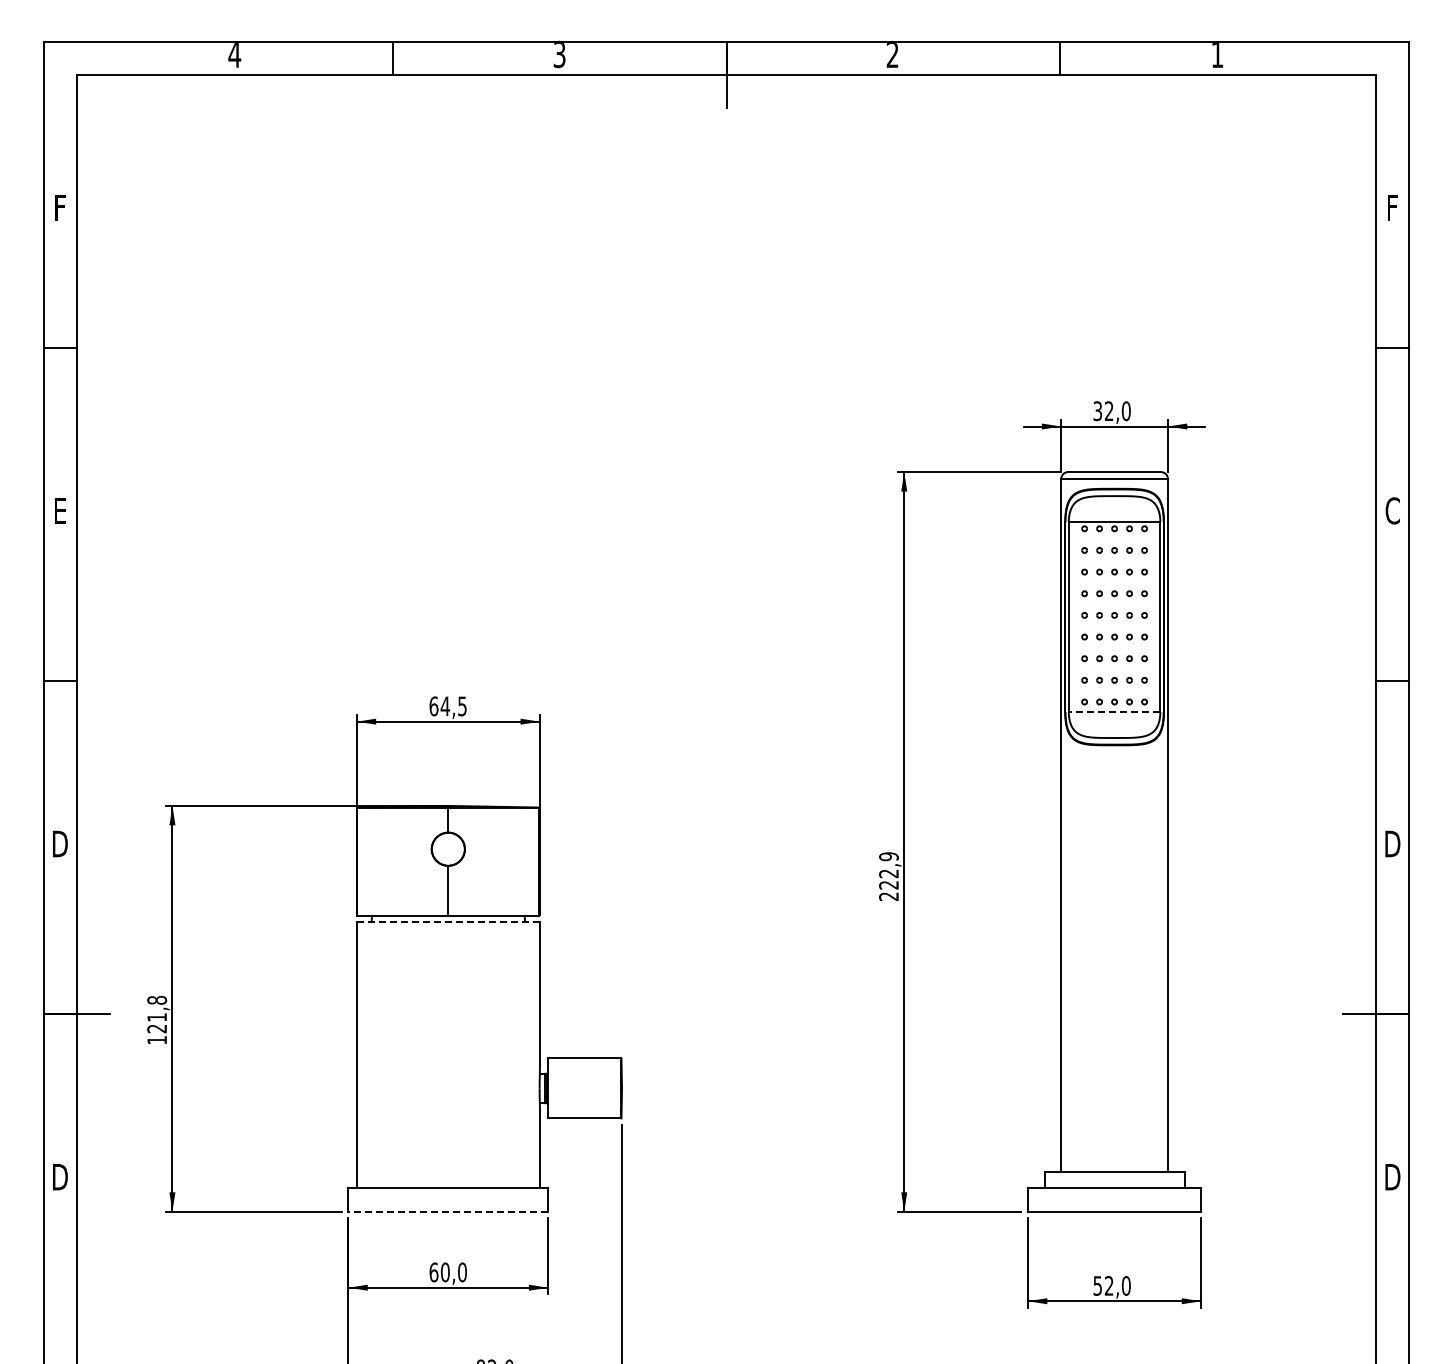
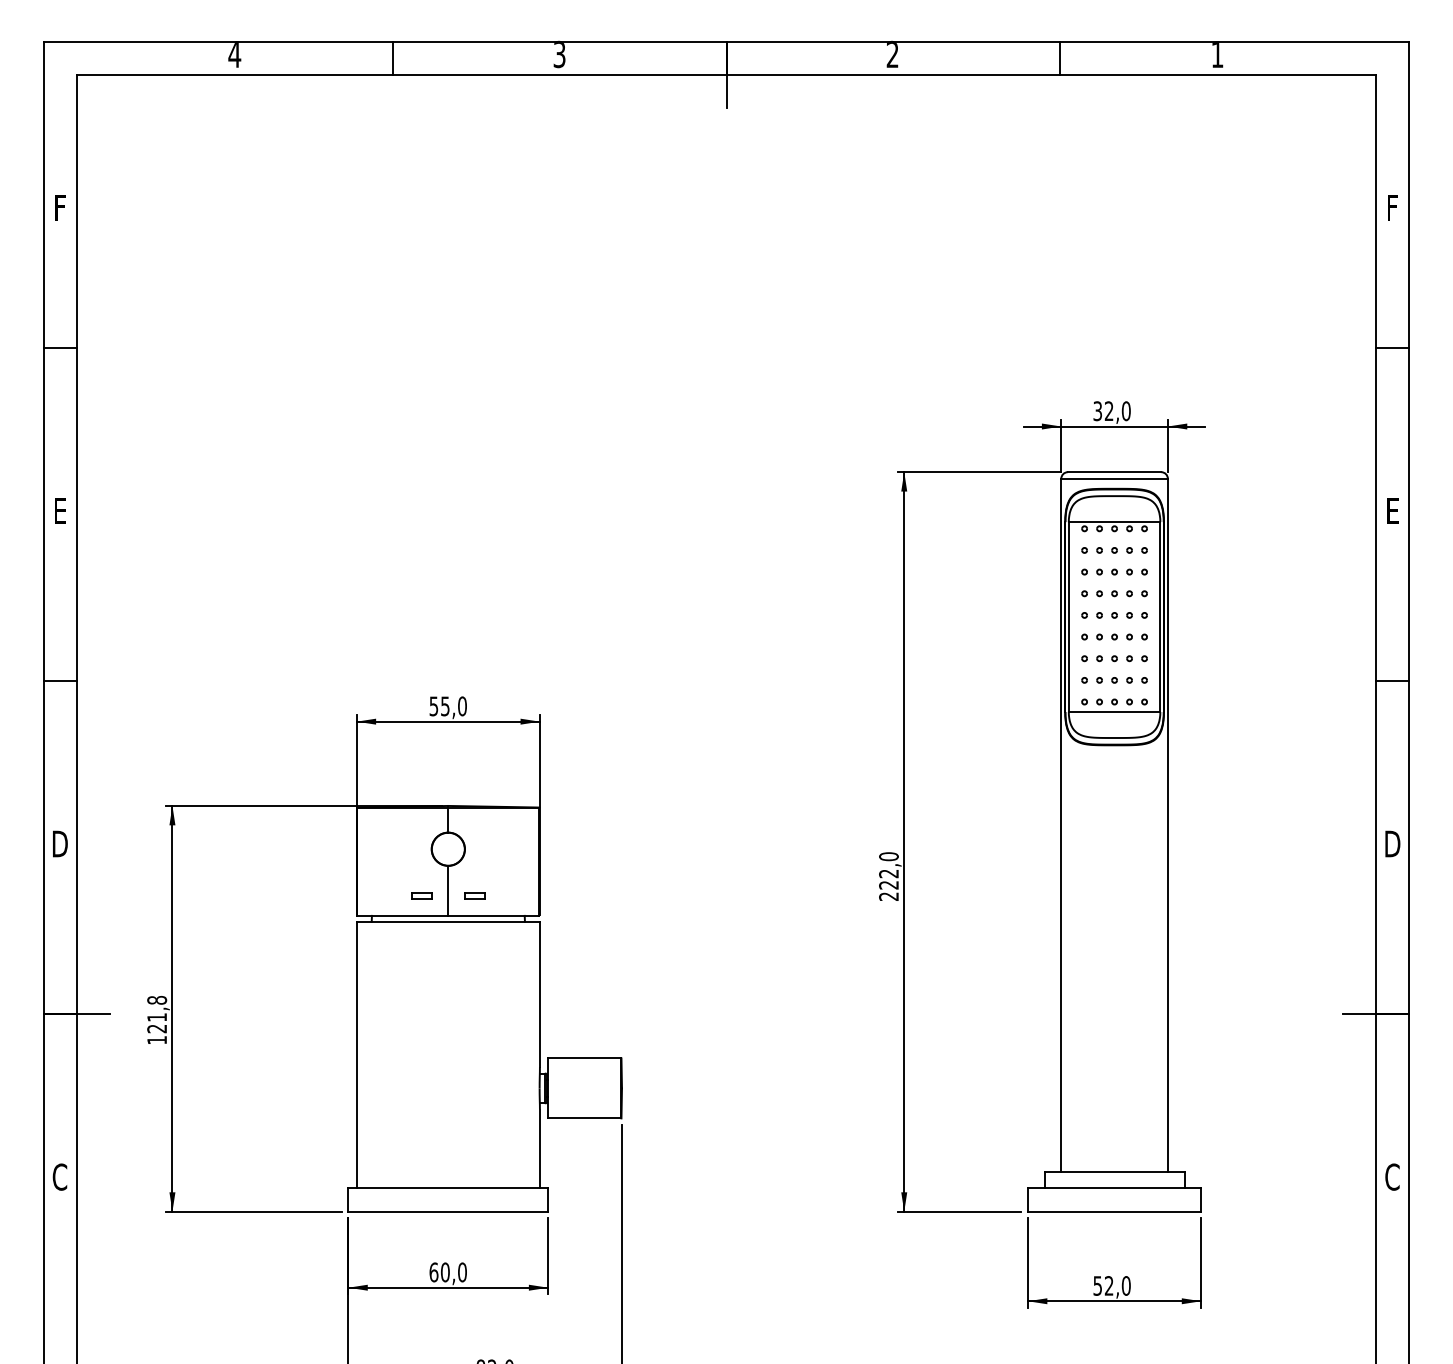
text at (1392, 510): C -> E
text at (447, 706): 64,5 -> 55,0
line at (1114, 712): dashed -> solid
text at (888, 856): 222,9 -> 222,0
part at (421, 895): none -> present
part at (474, 895): none -> present
line at (448, 921): dashed -> solid
text at (59, 1176): D -> C
text at (1392, 1176): D -> C
line at (448, 1211): dashed -> solid
